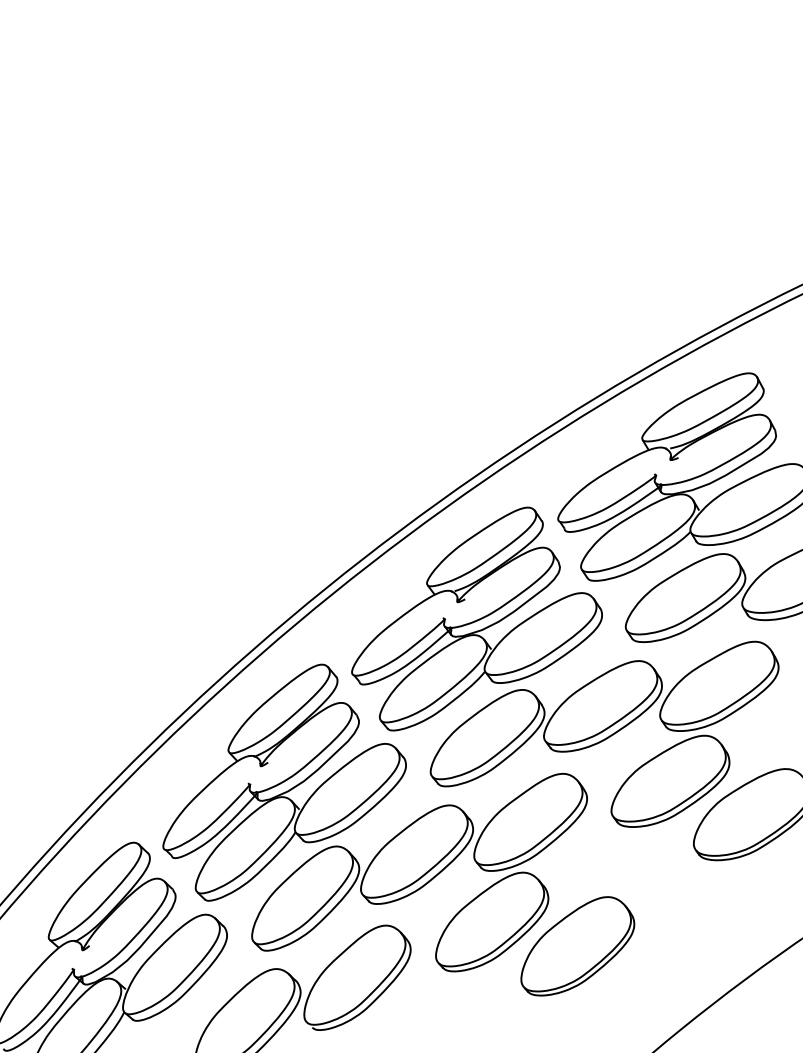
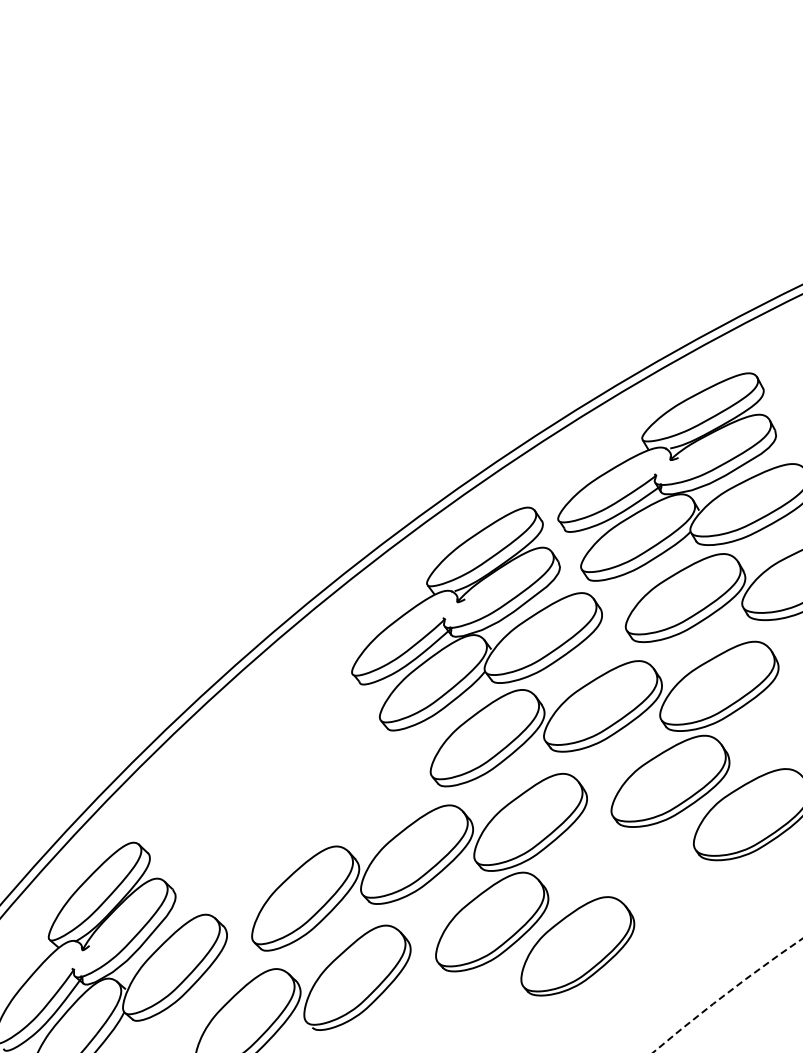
part at (284, 782): present -> none
arc at (726, 994): solid -> dashed
